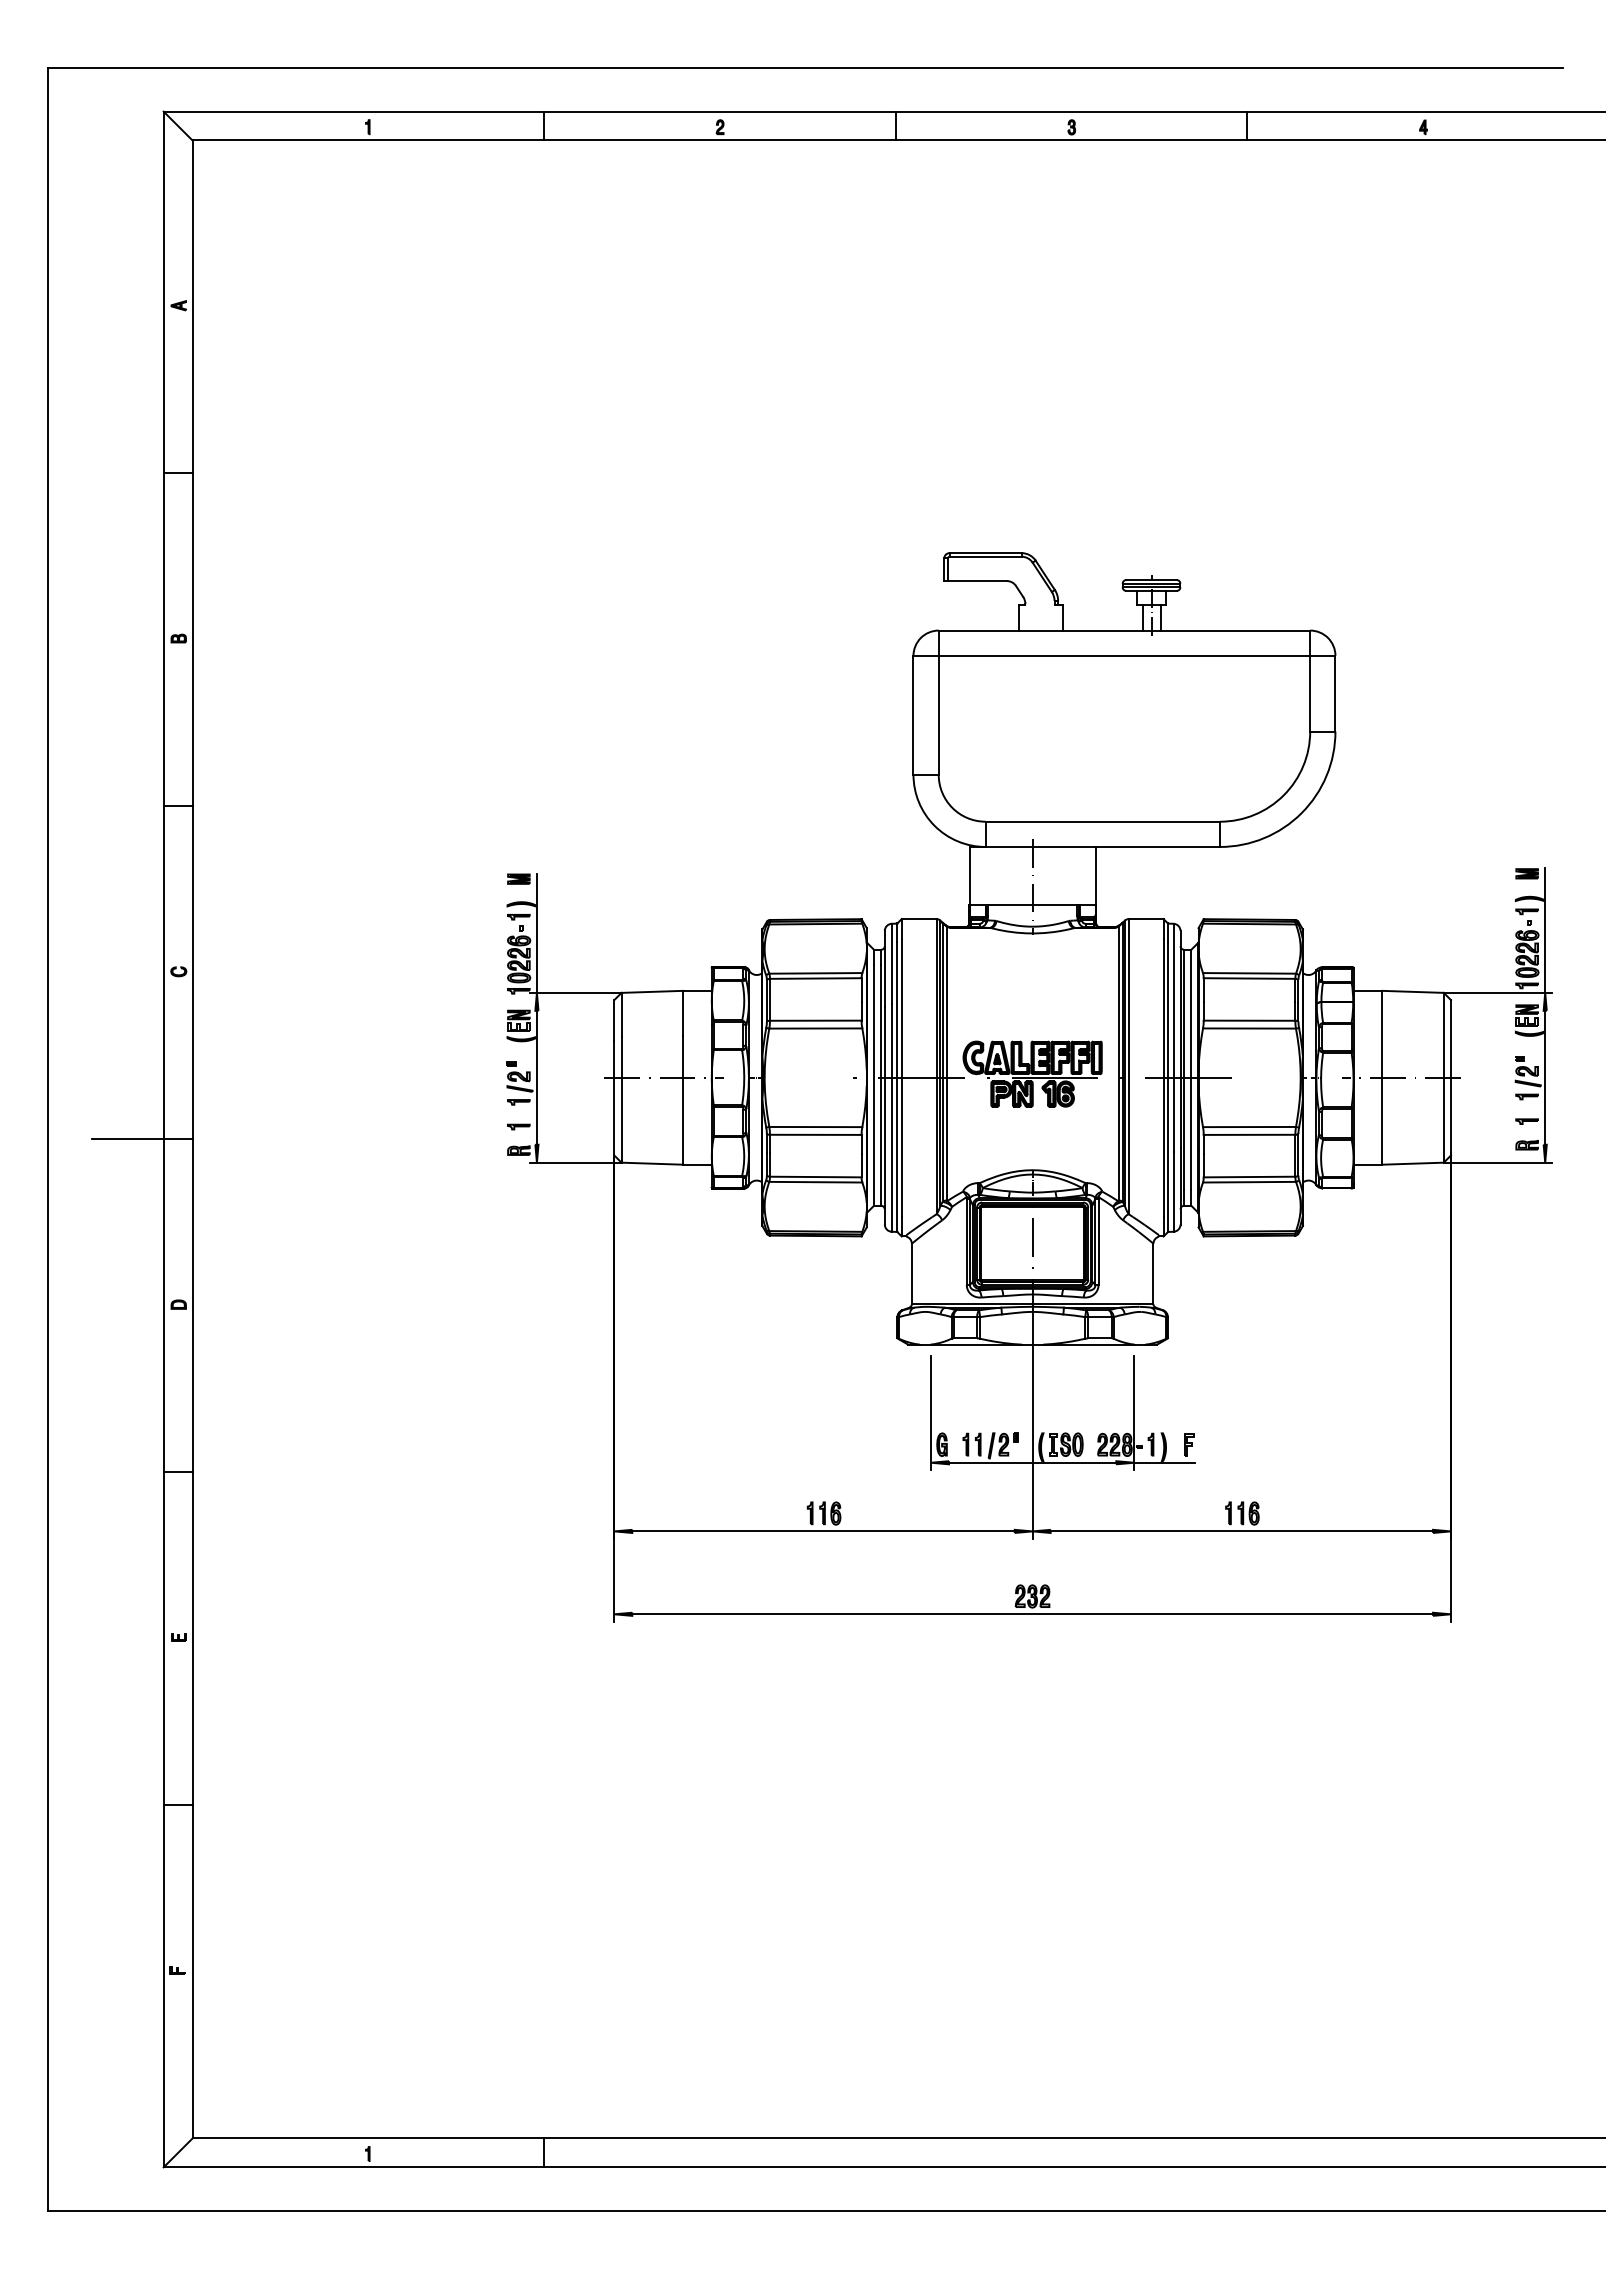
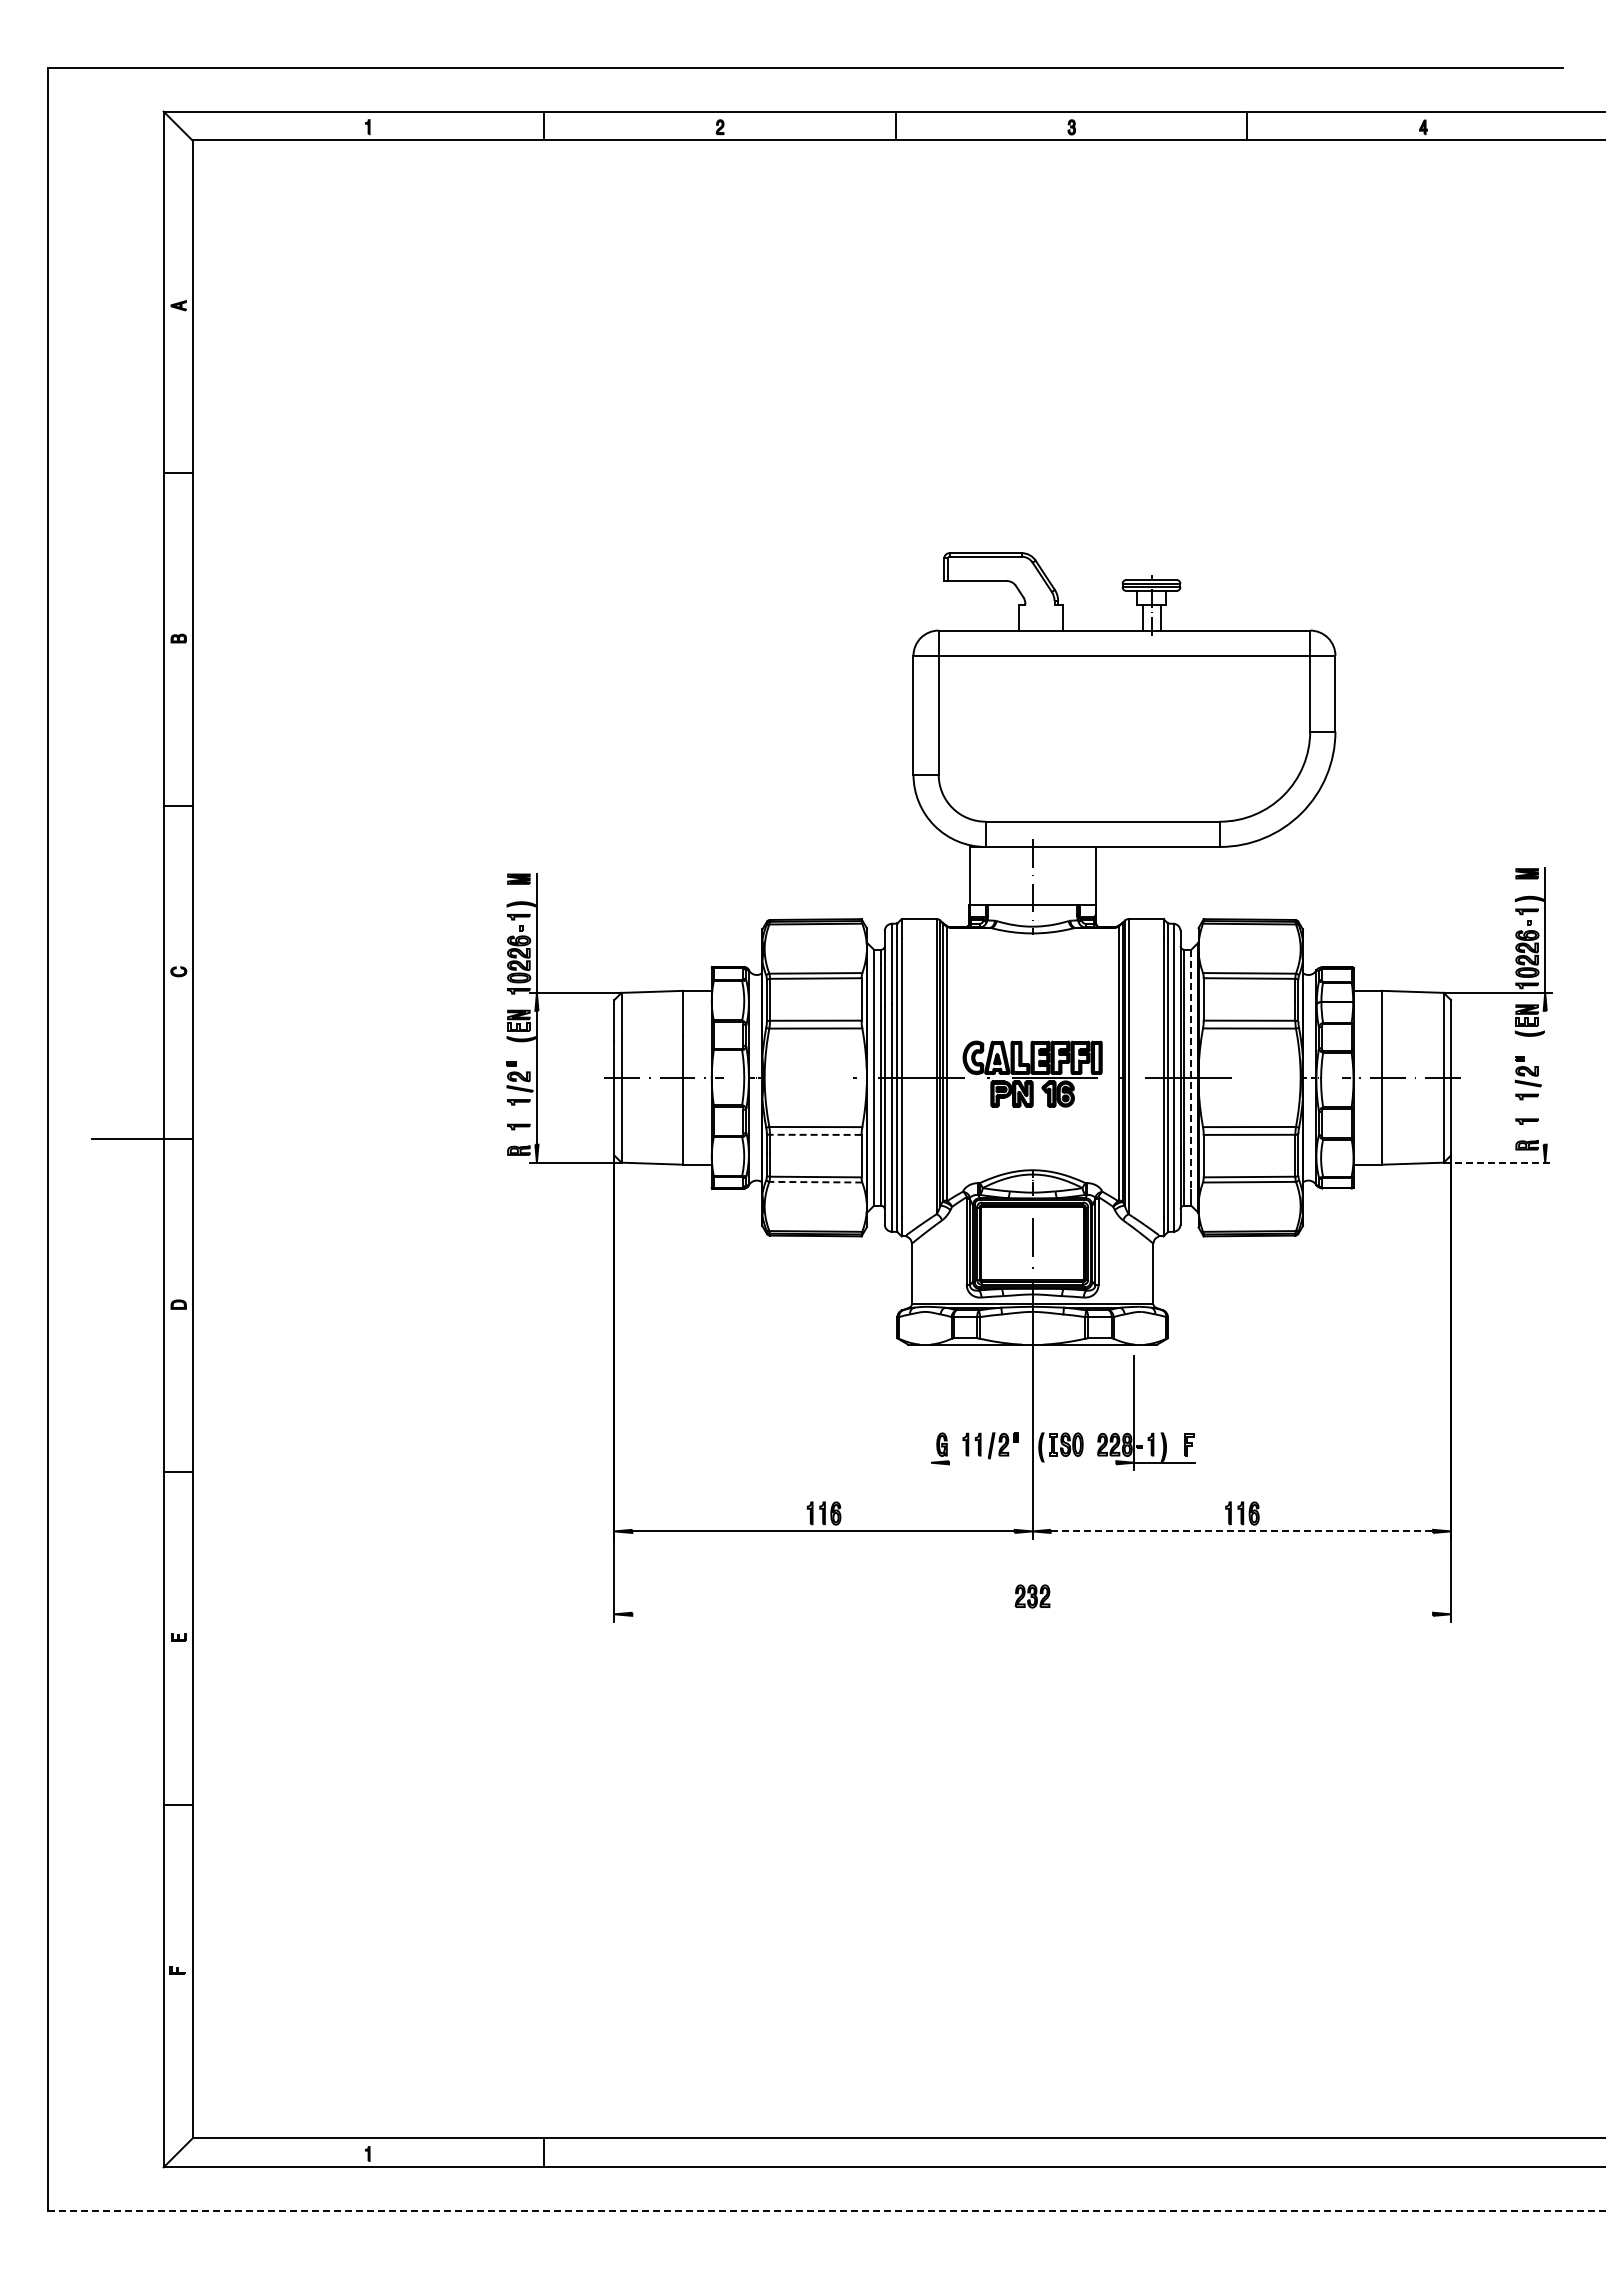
line at (1191, 1070): solid -> dashed
line at (1545, 1077): present -> none
line at (815, 1134): solid -> dashed
line at (1498, 1162): solid -> dashed
line at (815, 1182): solid -> dashed
line at (931, 1412): present -> none
line at (1032, 1462): present -> none
line at (1242, 1531): solid -> dashed
line at (1032, 1614): present -> none
line at (827, 2210): solid -> dashed
